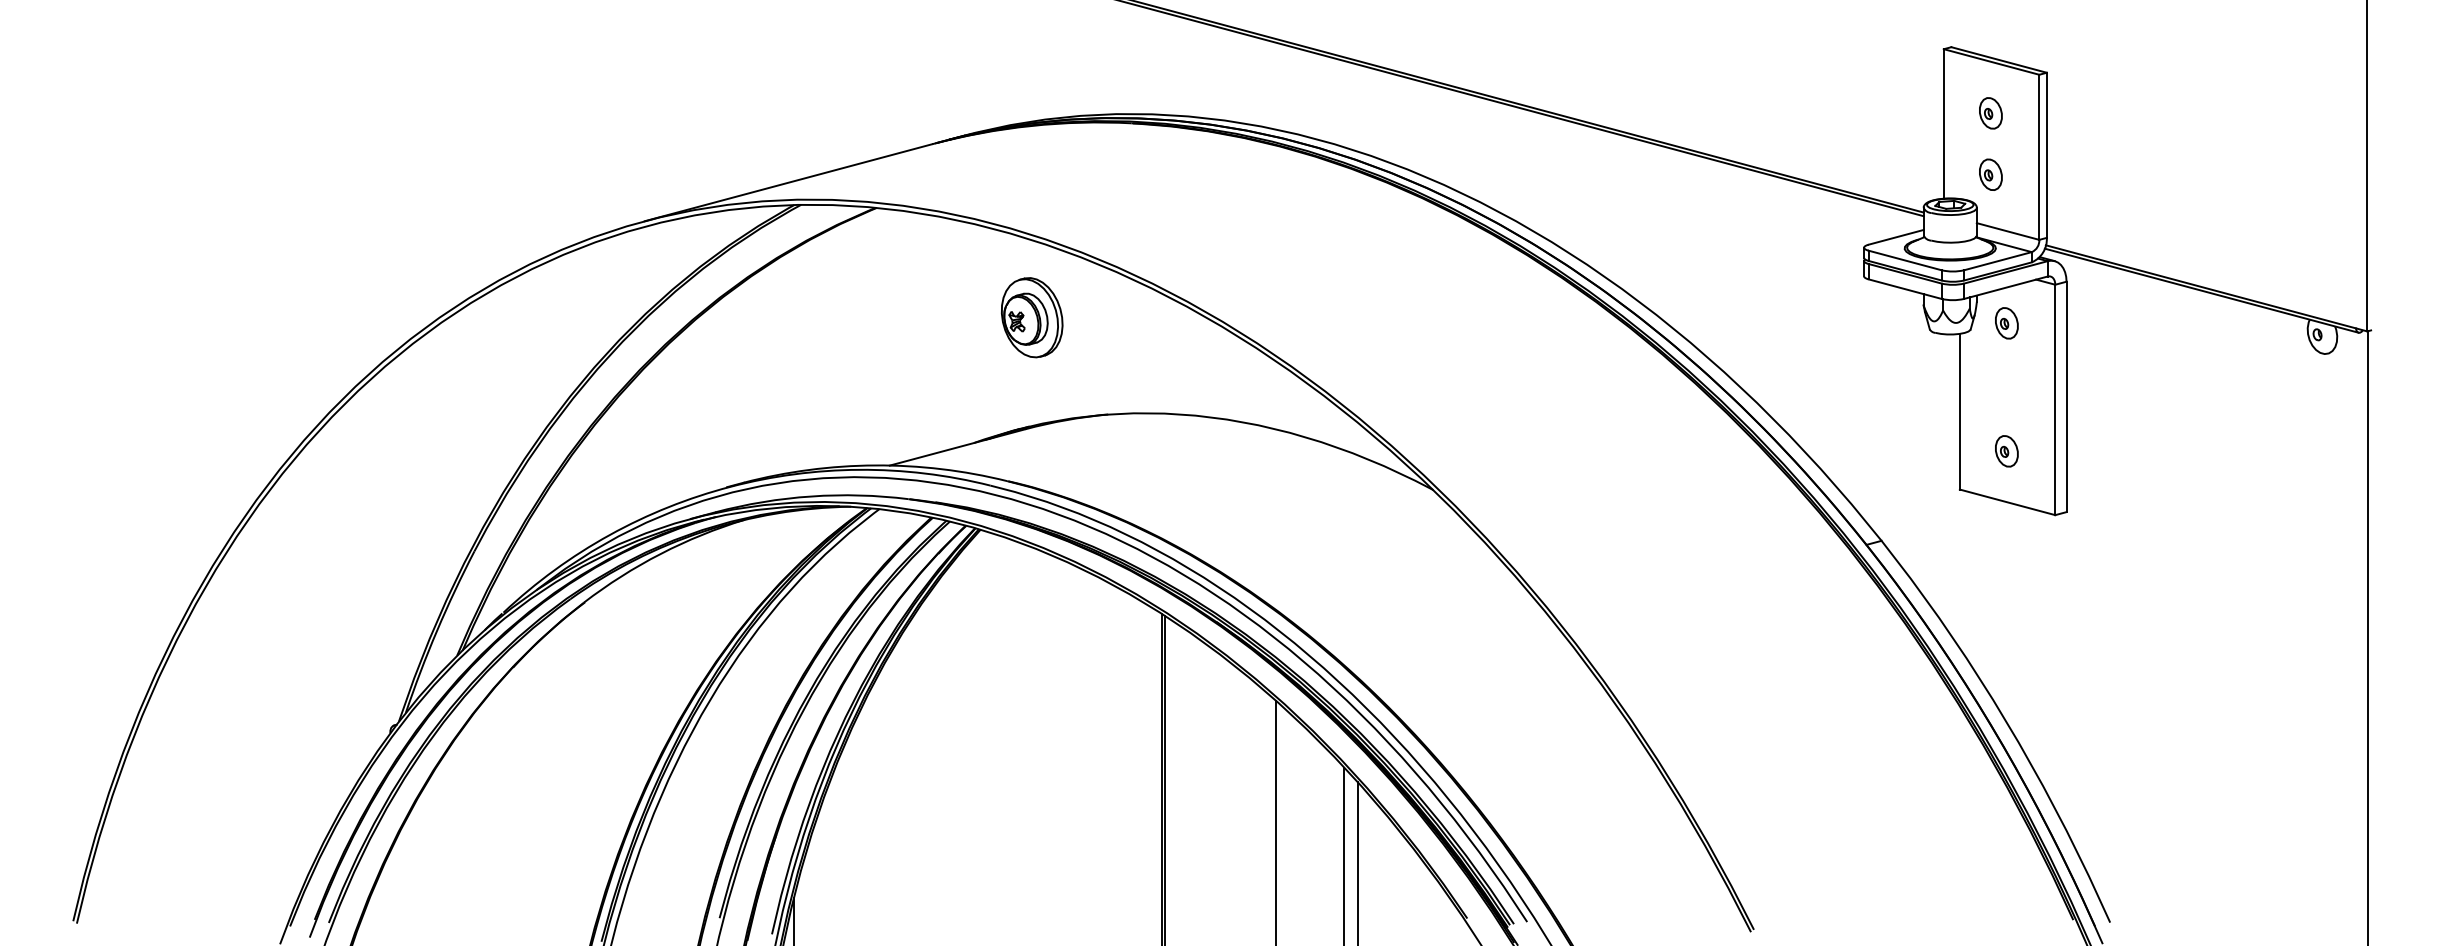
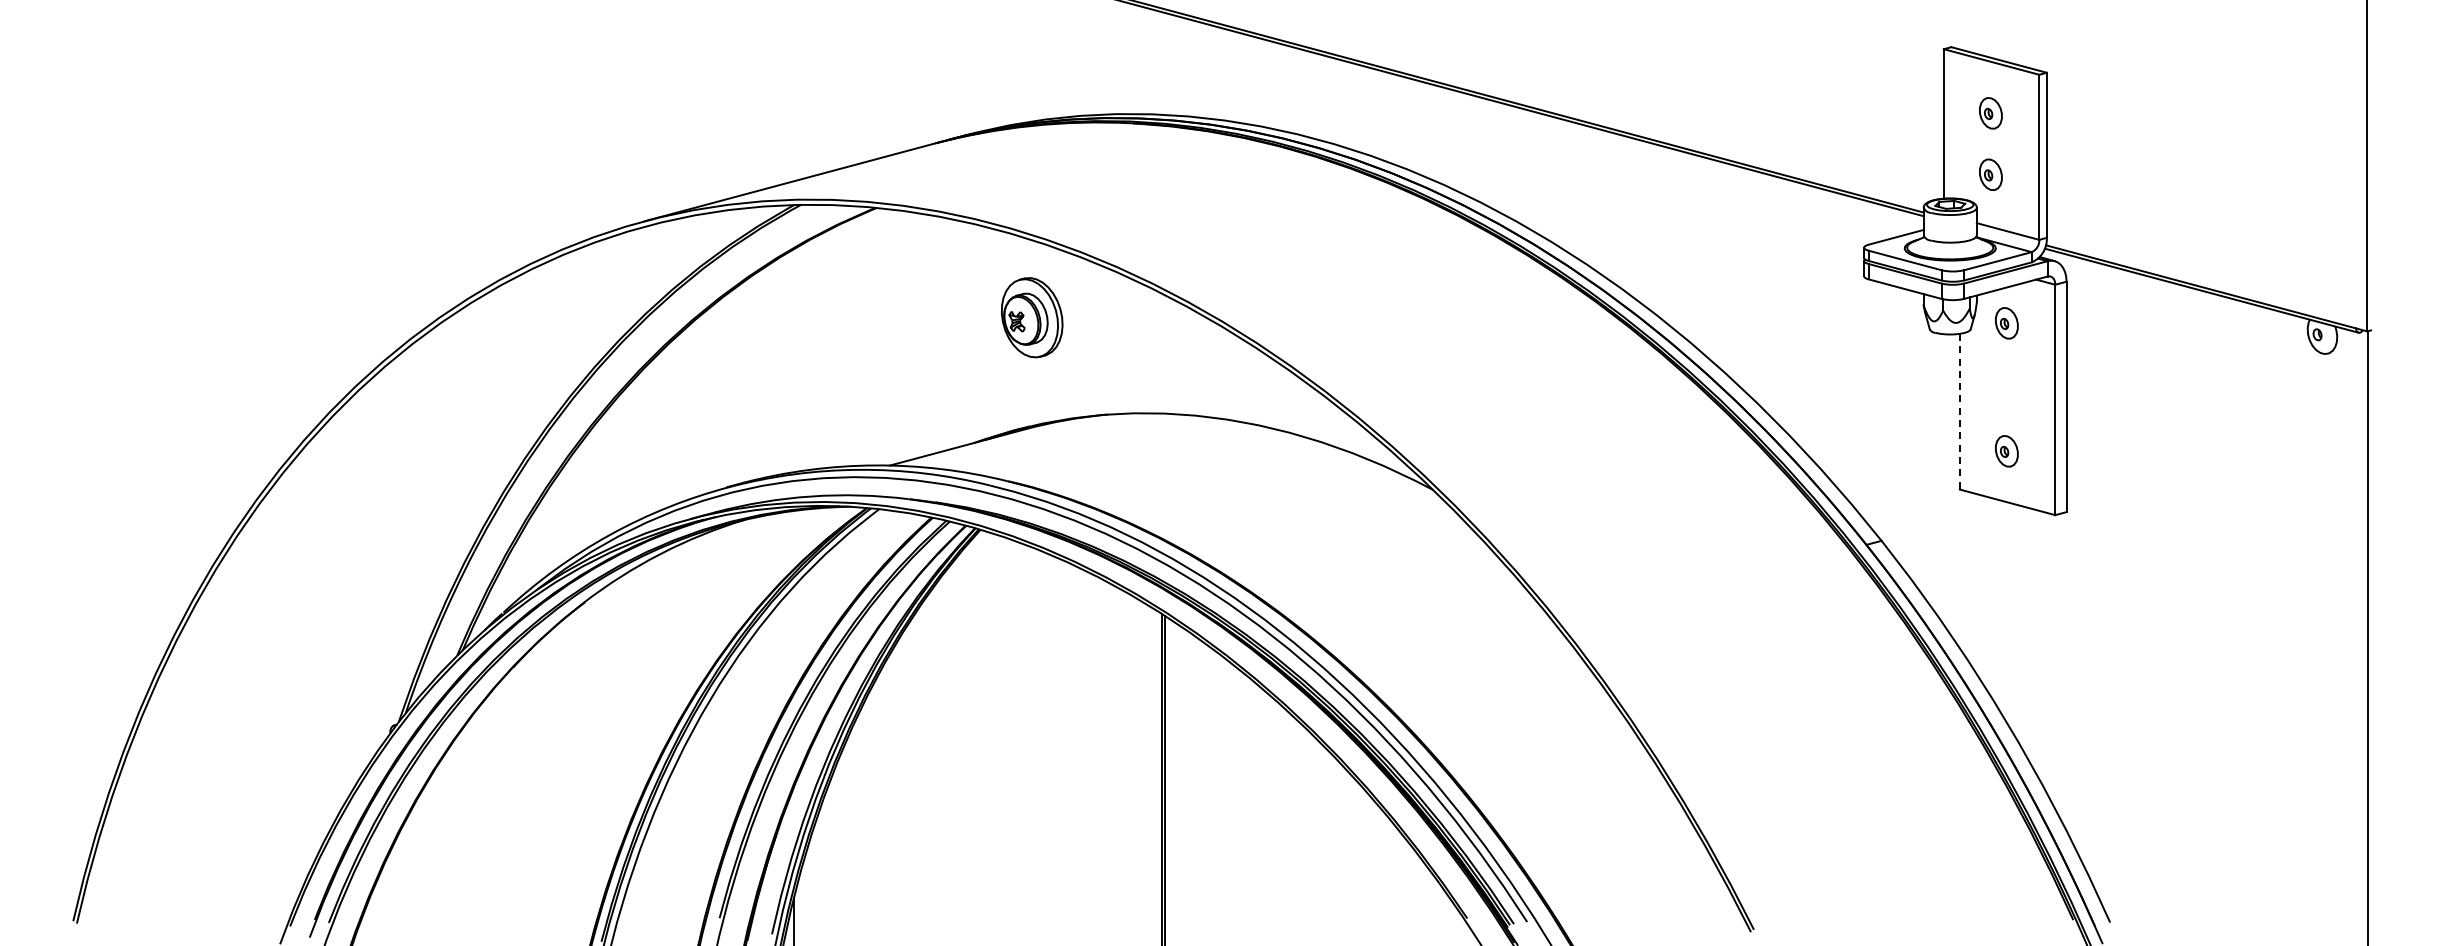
line at (1959, 411): solid -> dashed
line at (1275, 821): present -> none
line at (1344, 854): present -> none
line at (1357, 861): present -> none
